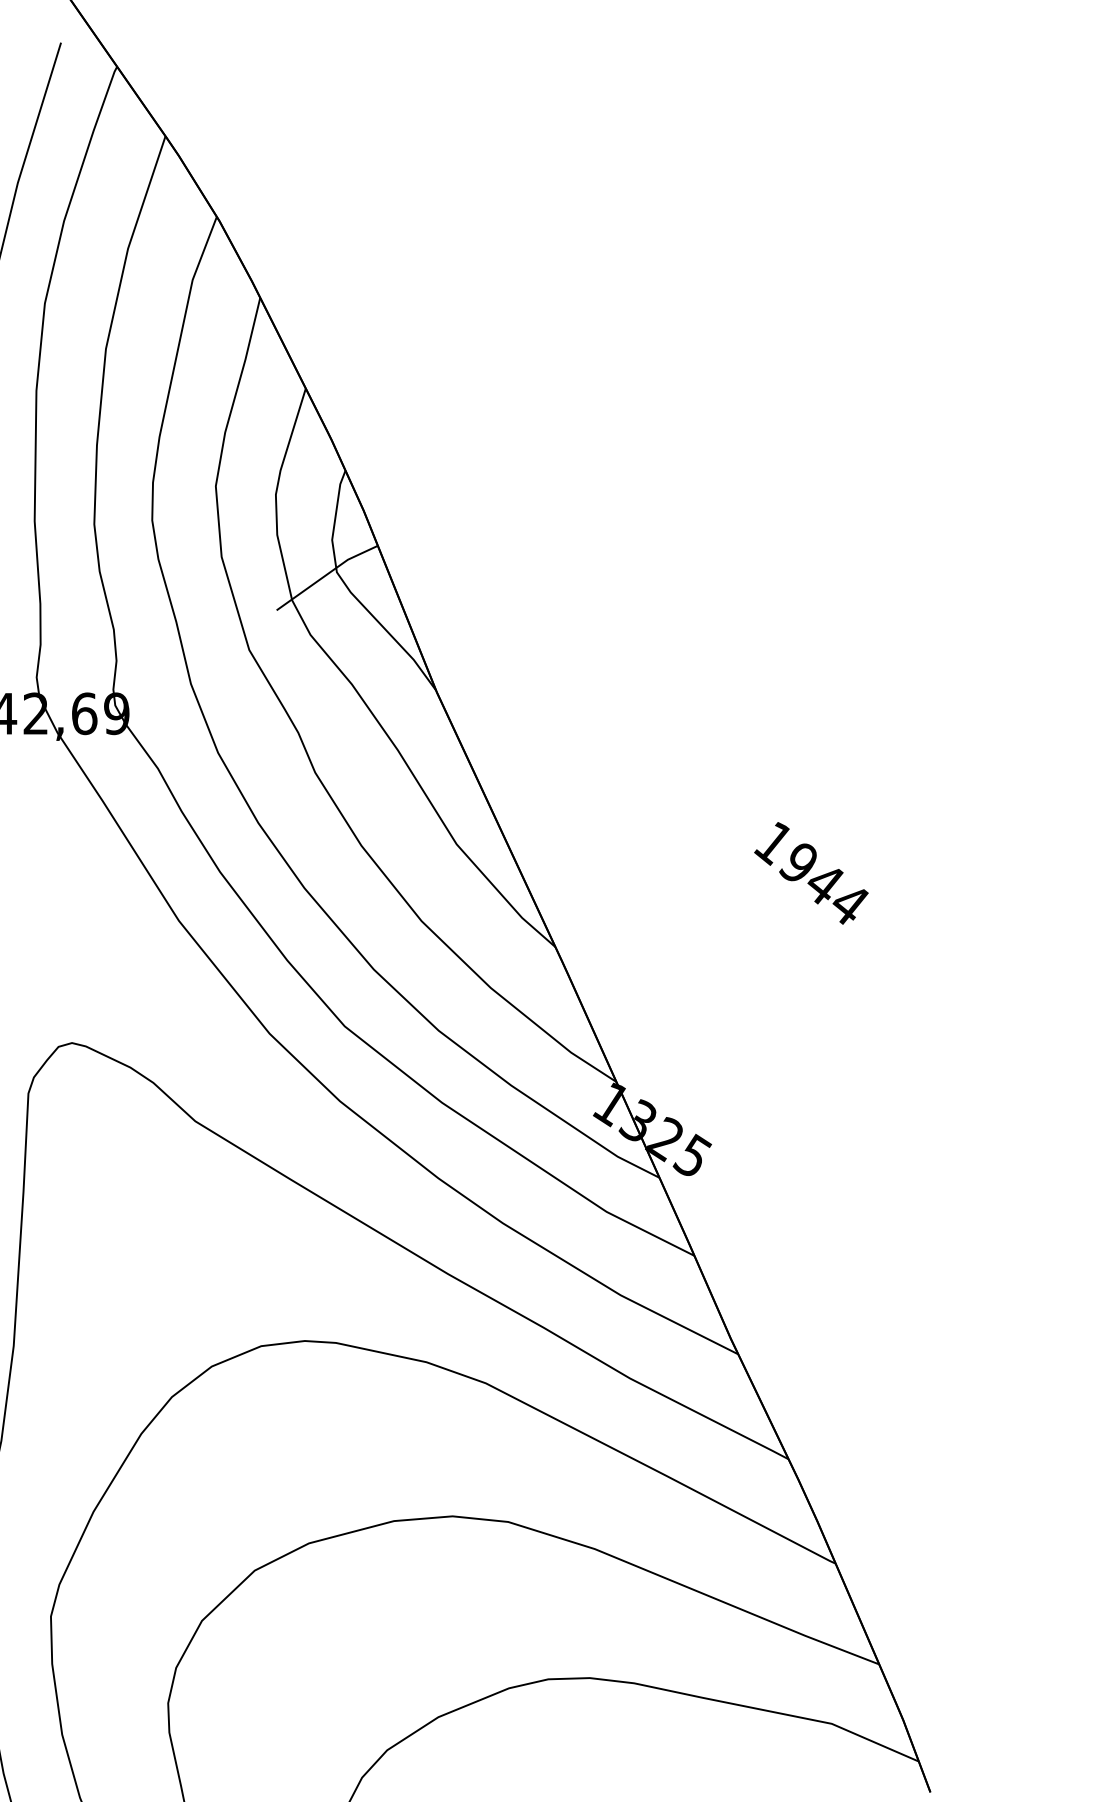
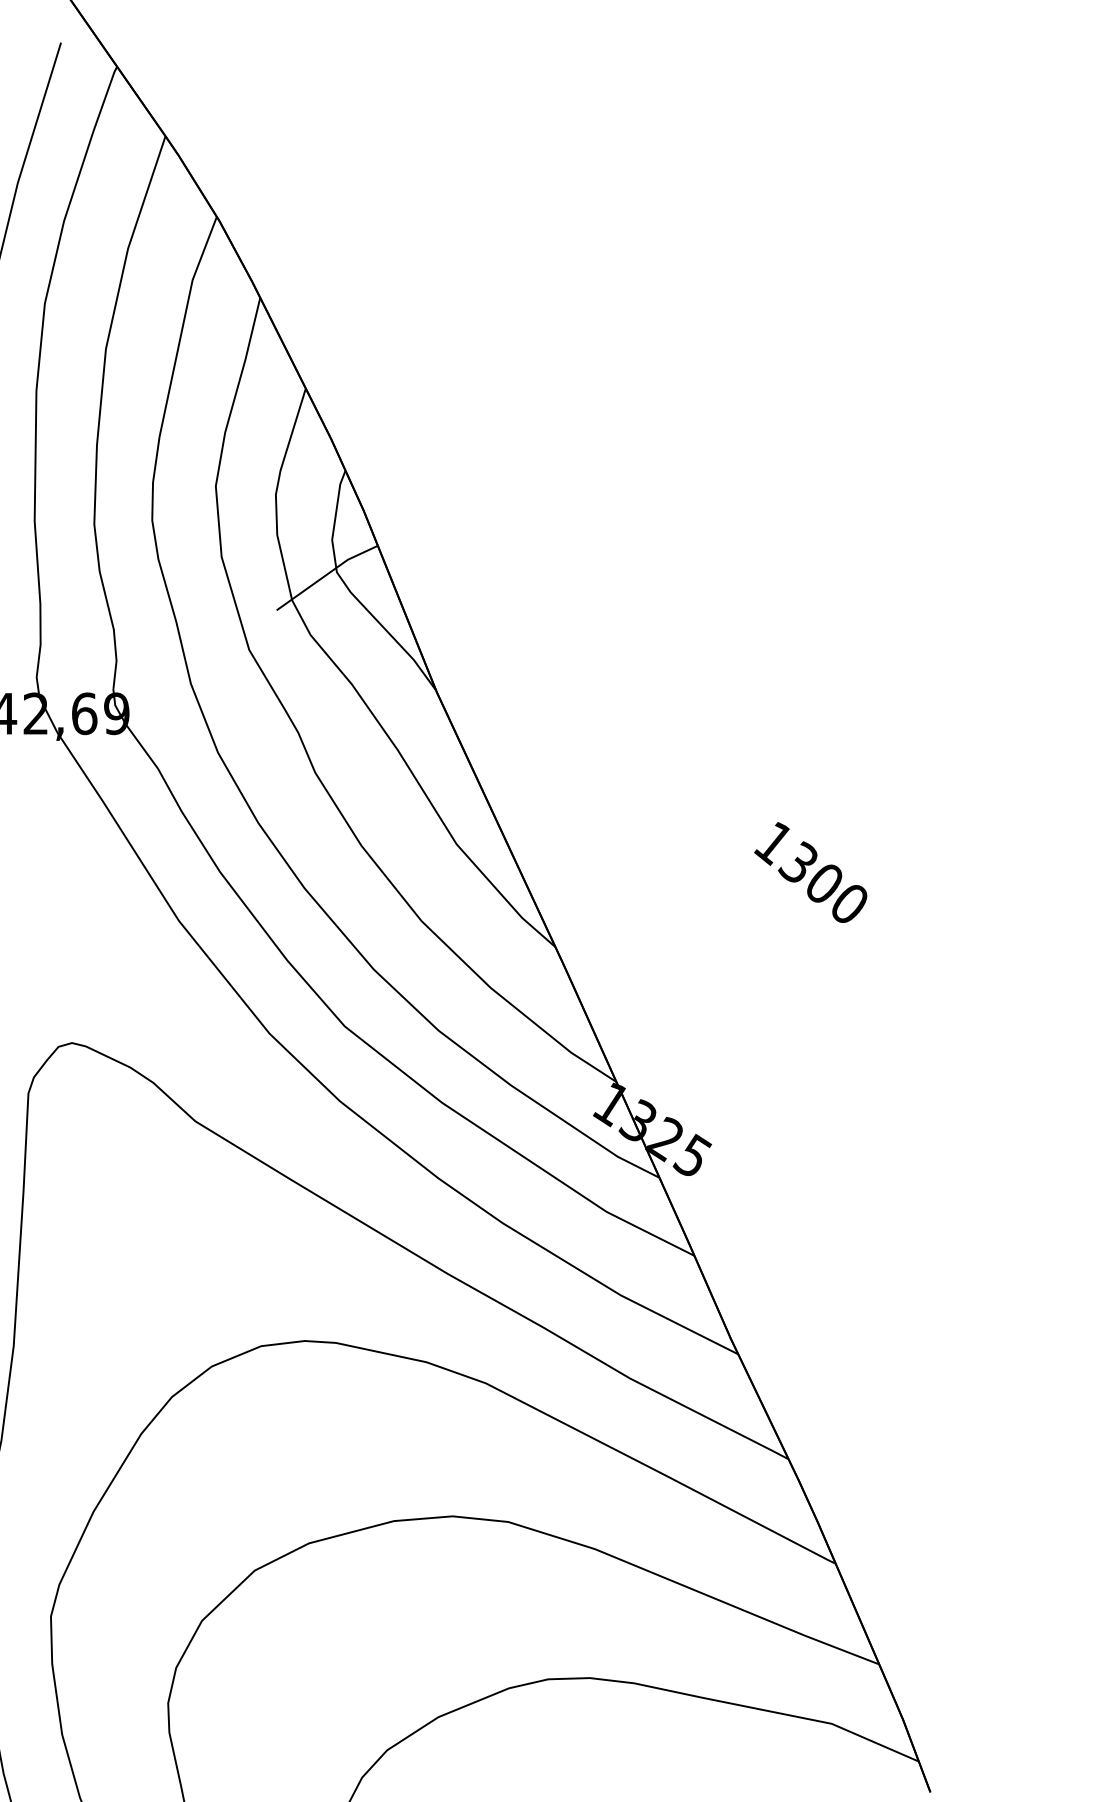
text at (823, 882): 1944 -> 1300
